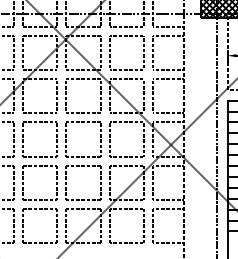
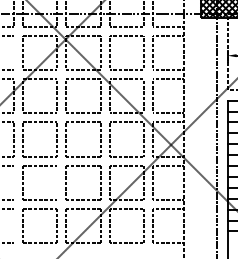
line at (14, 53): present -> none
line at (14, 182): present -> none
line at (57, 182): present -> none
line at (14, 225): present -> none
